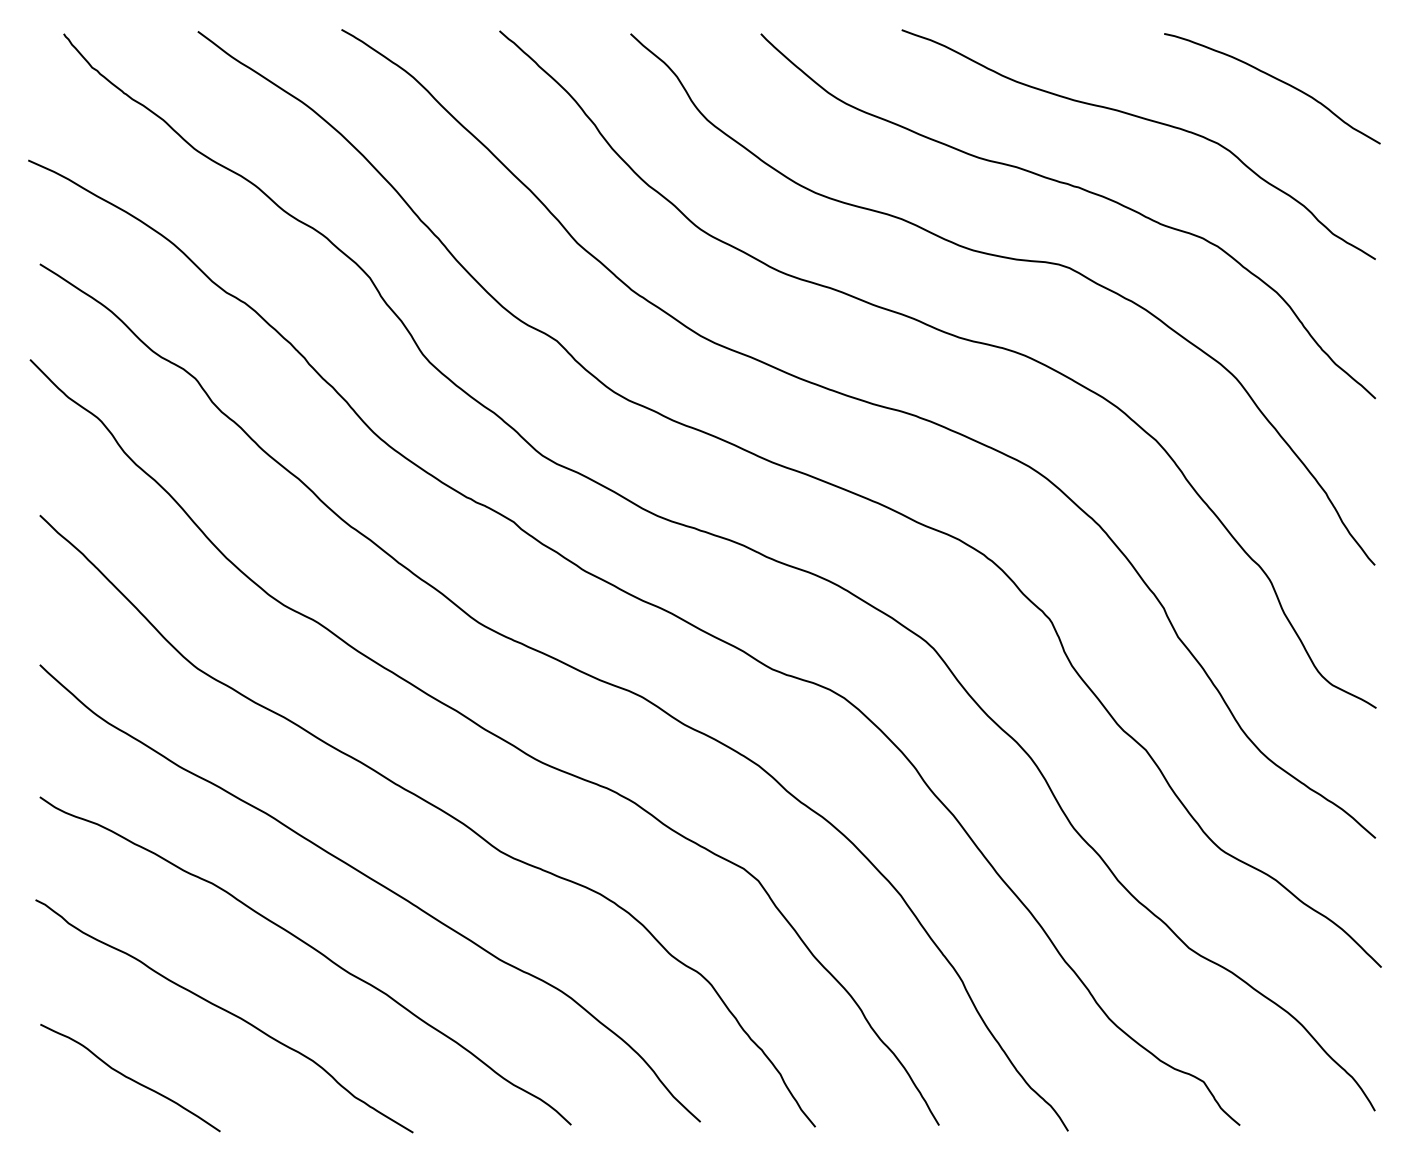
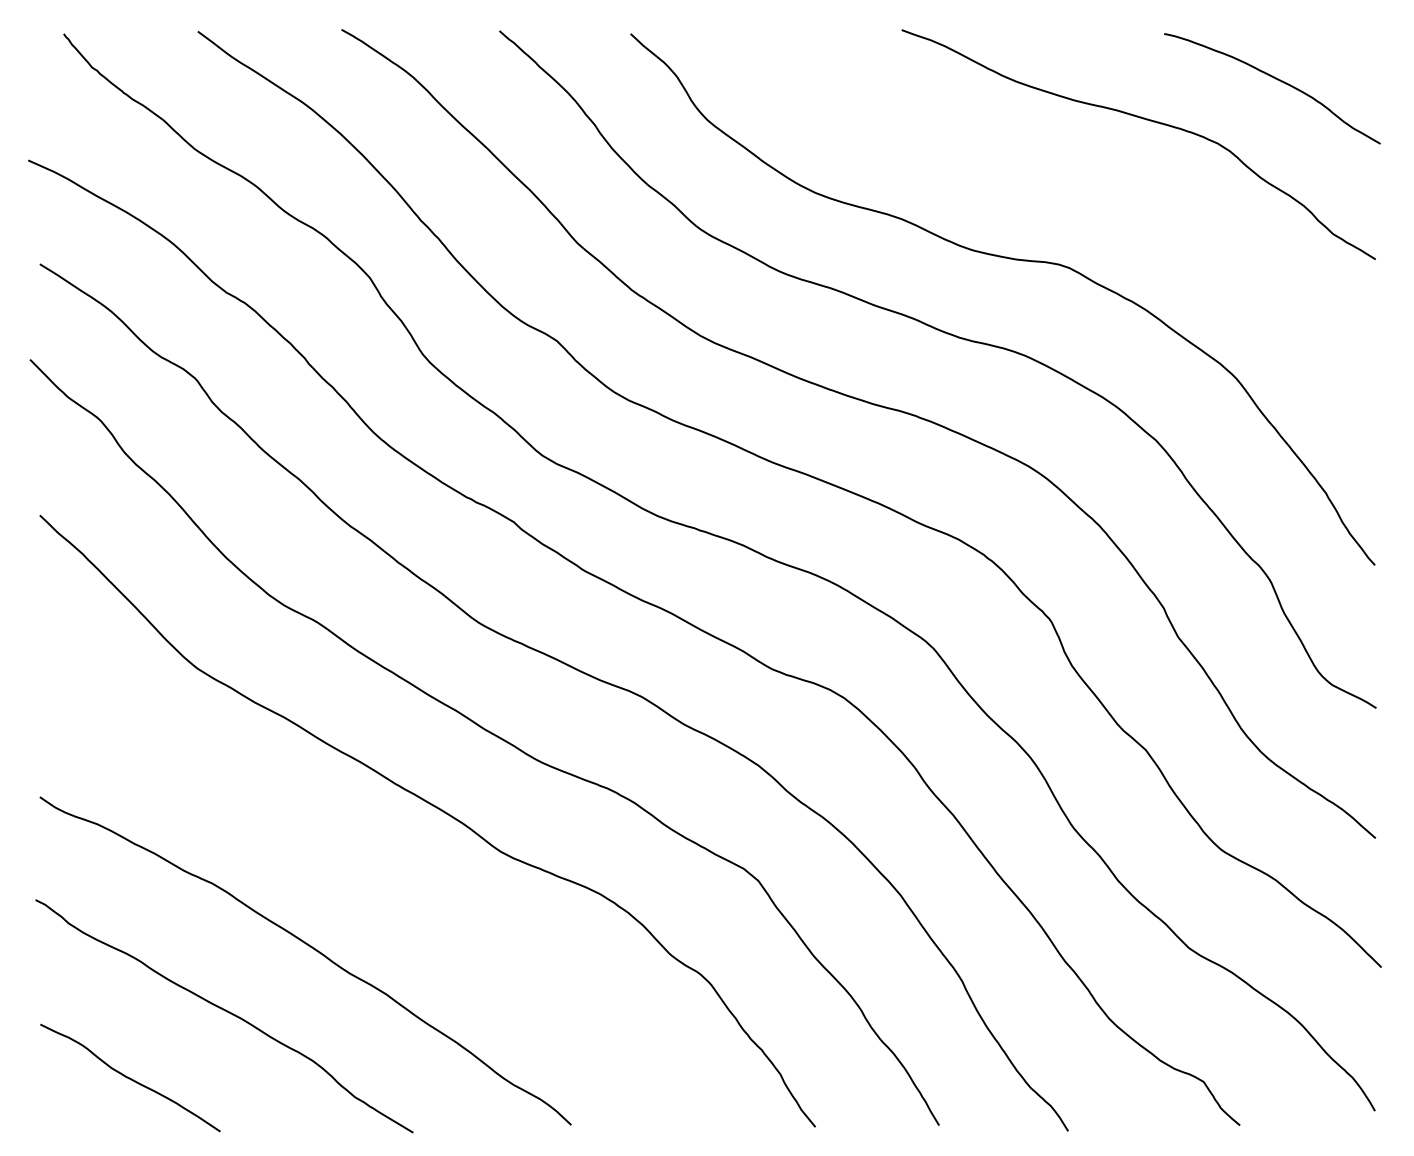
curve at (1073, 187): present -> none
curve at (376, 883): present -> none
